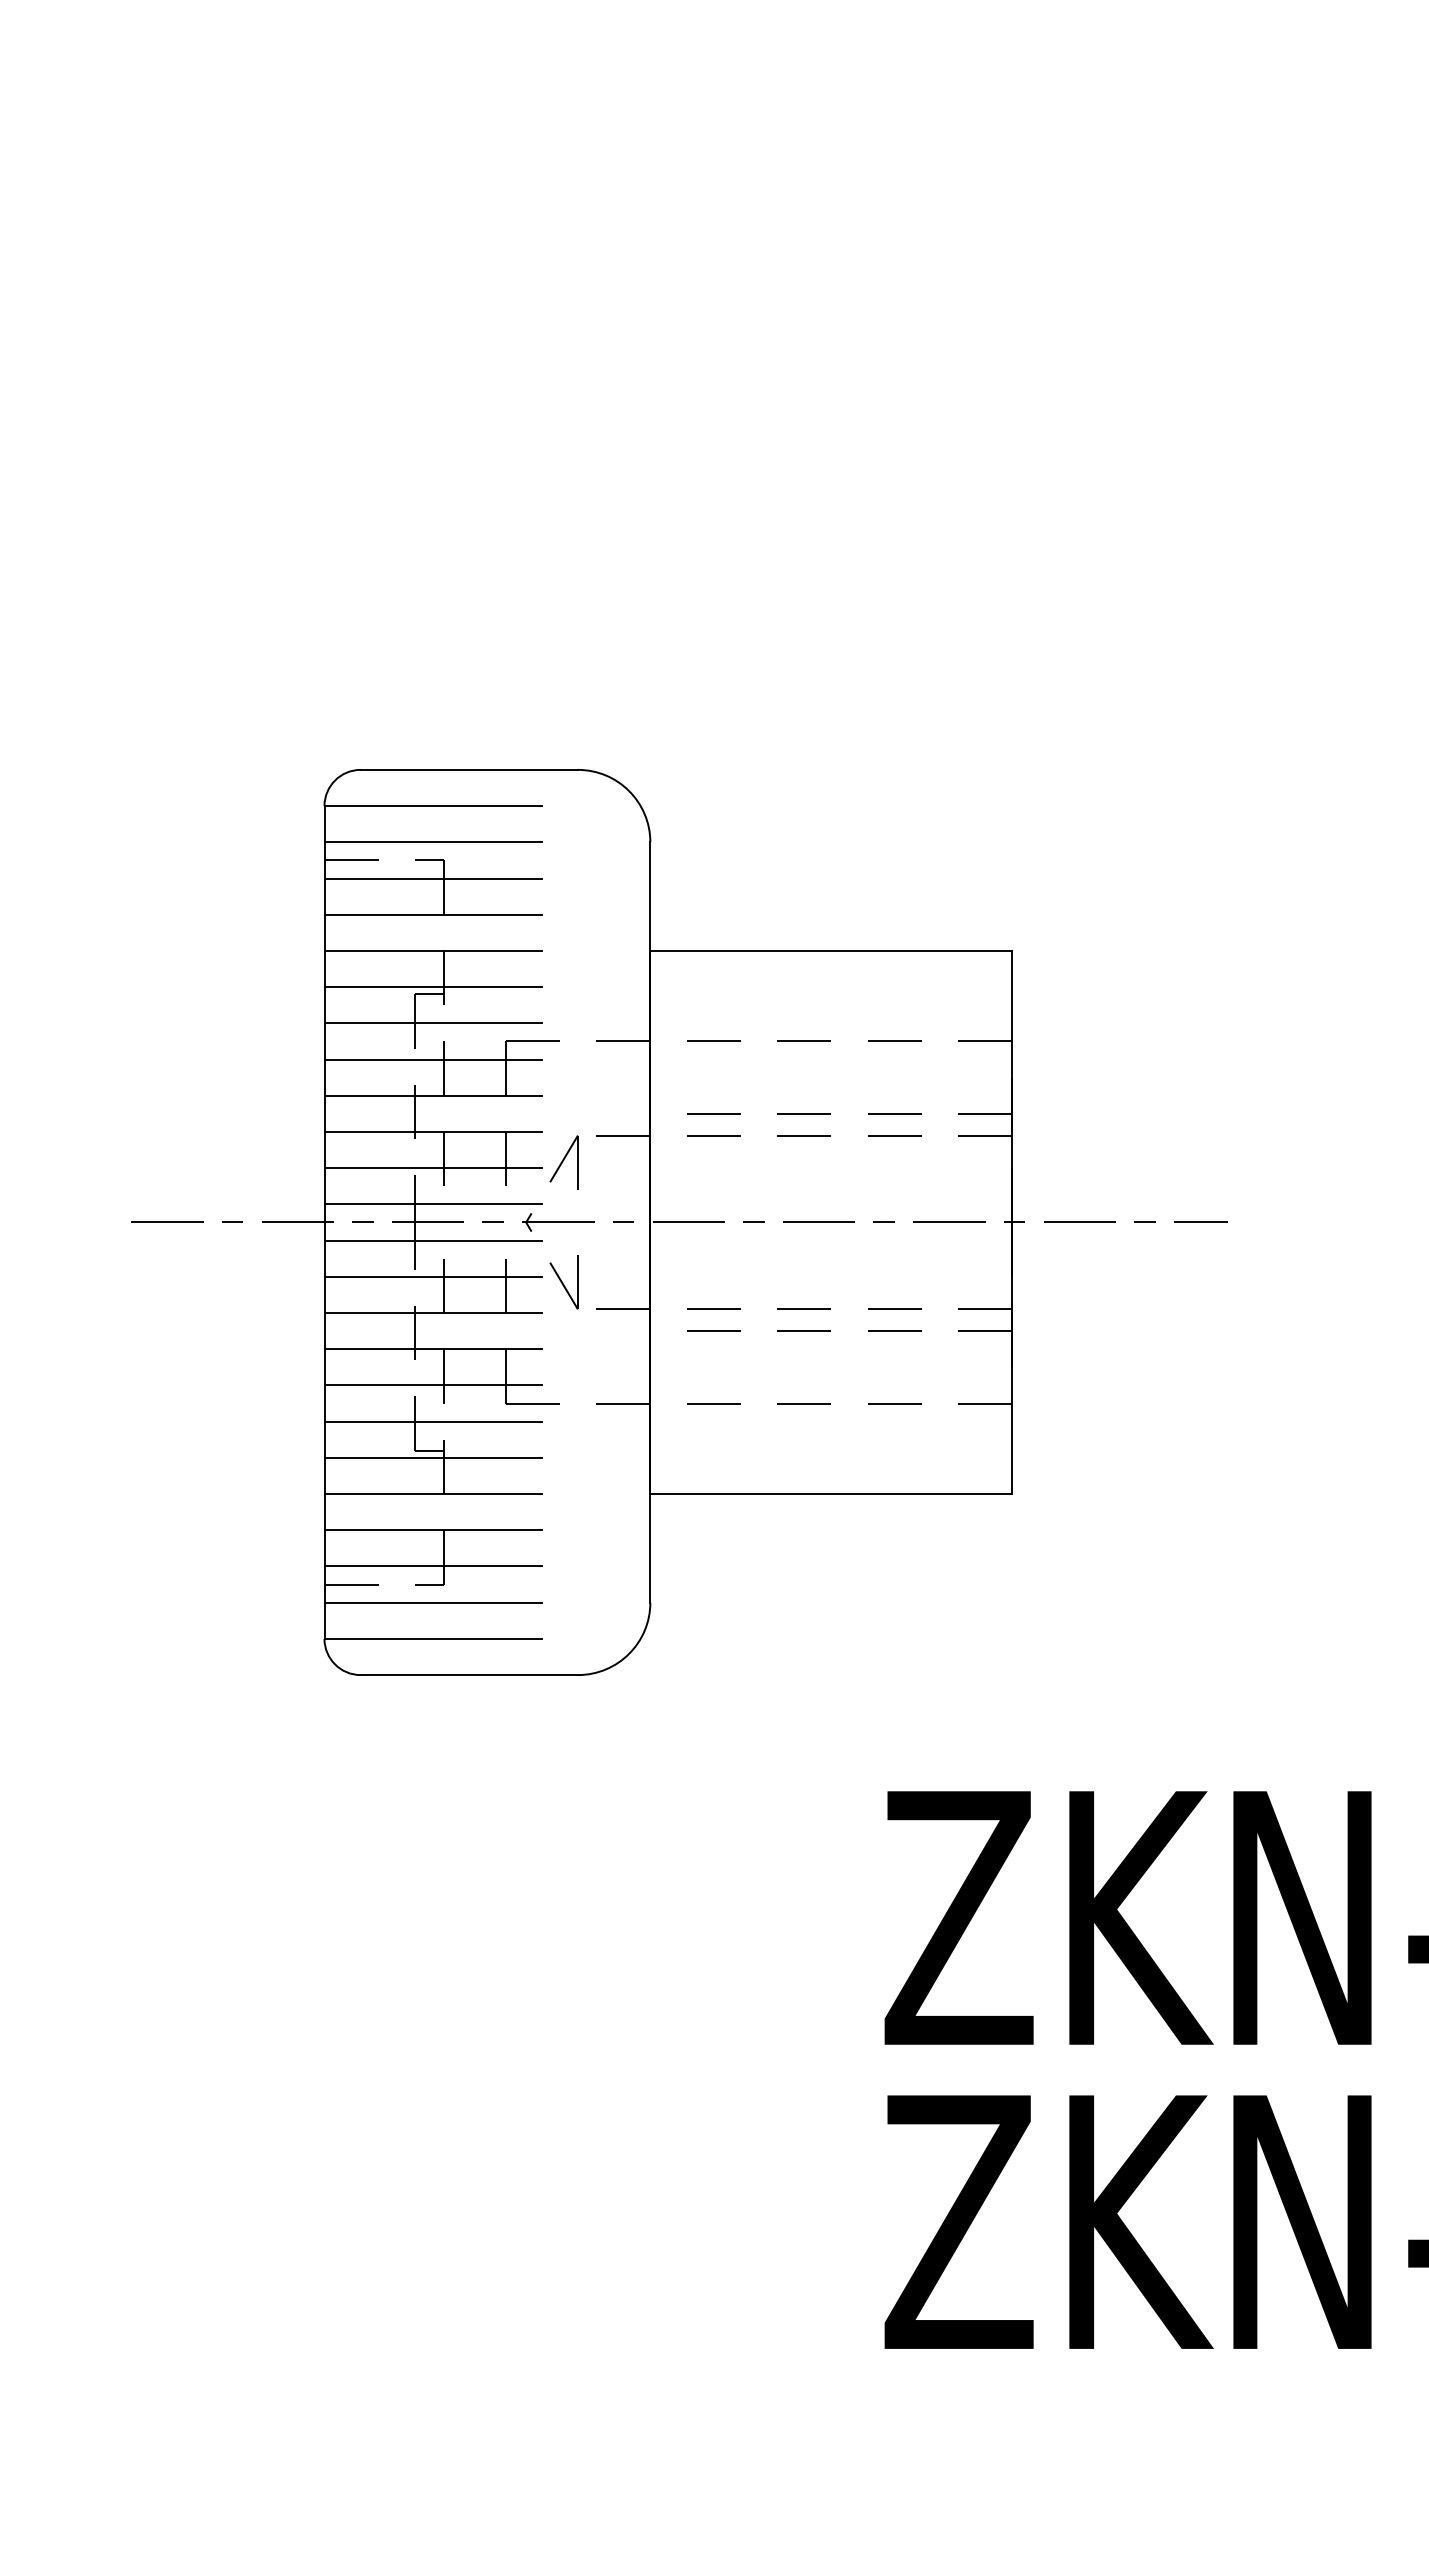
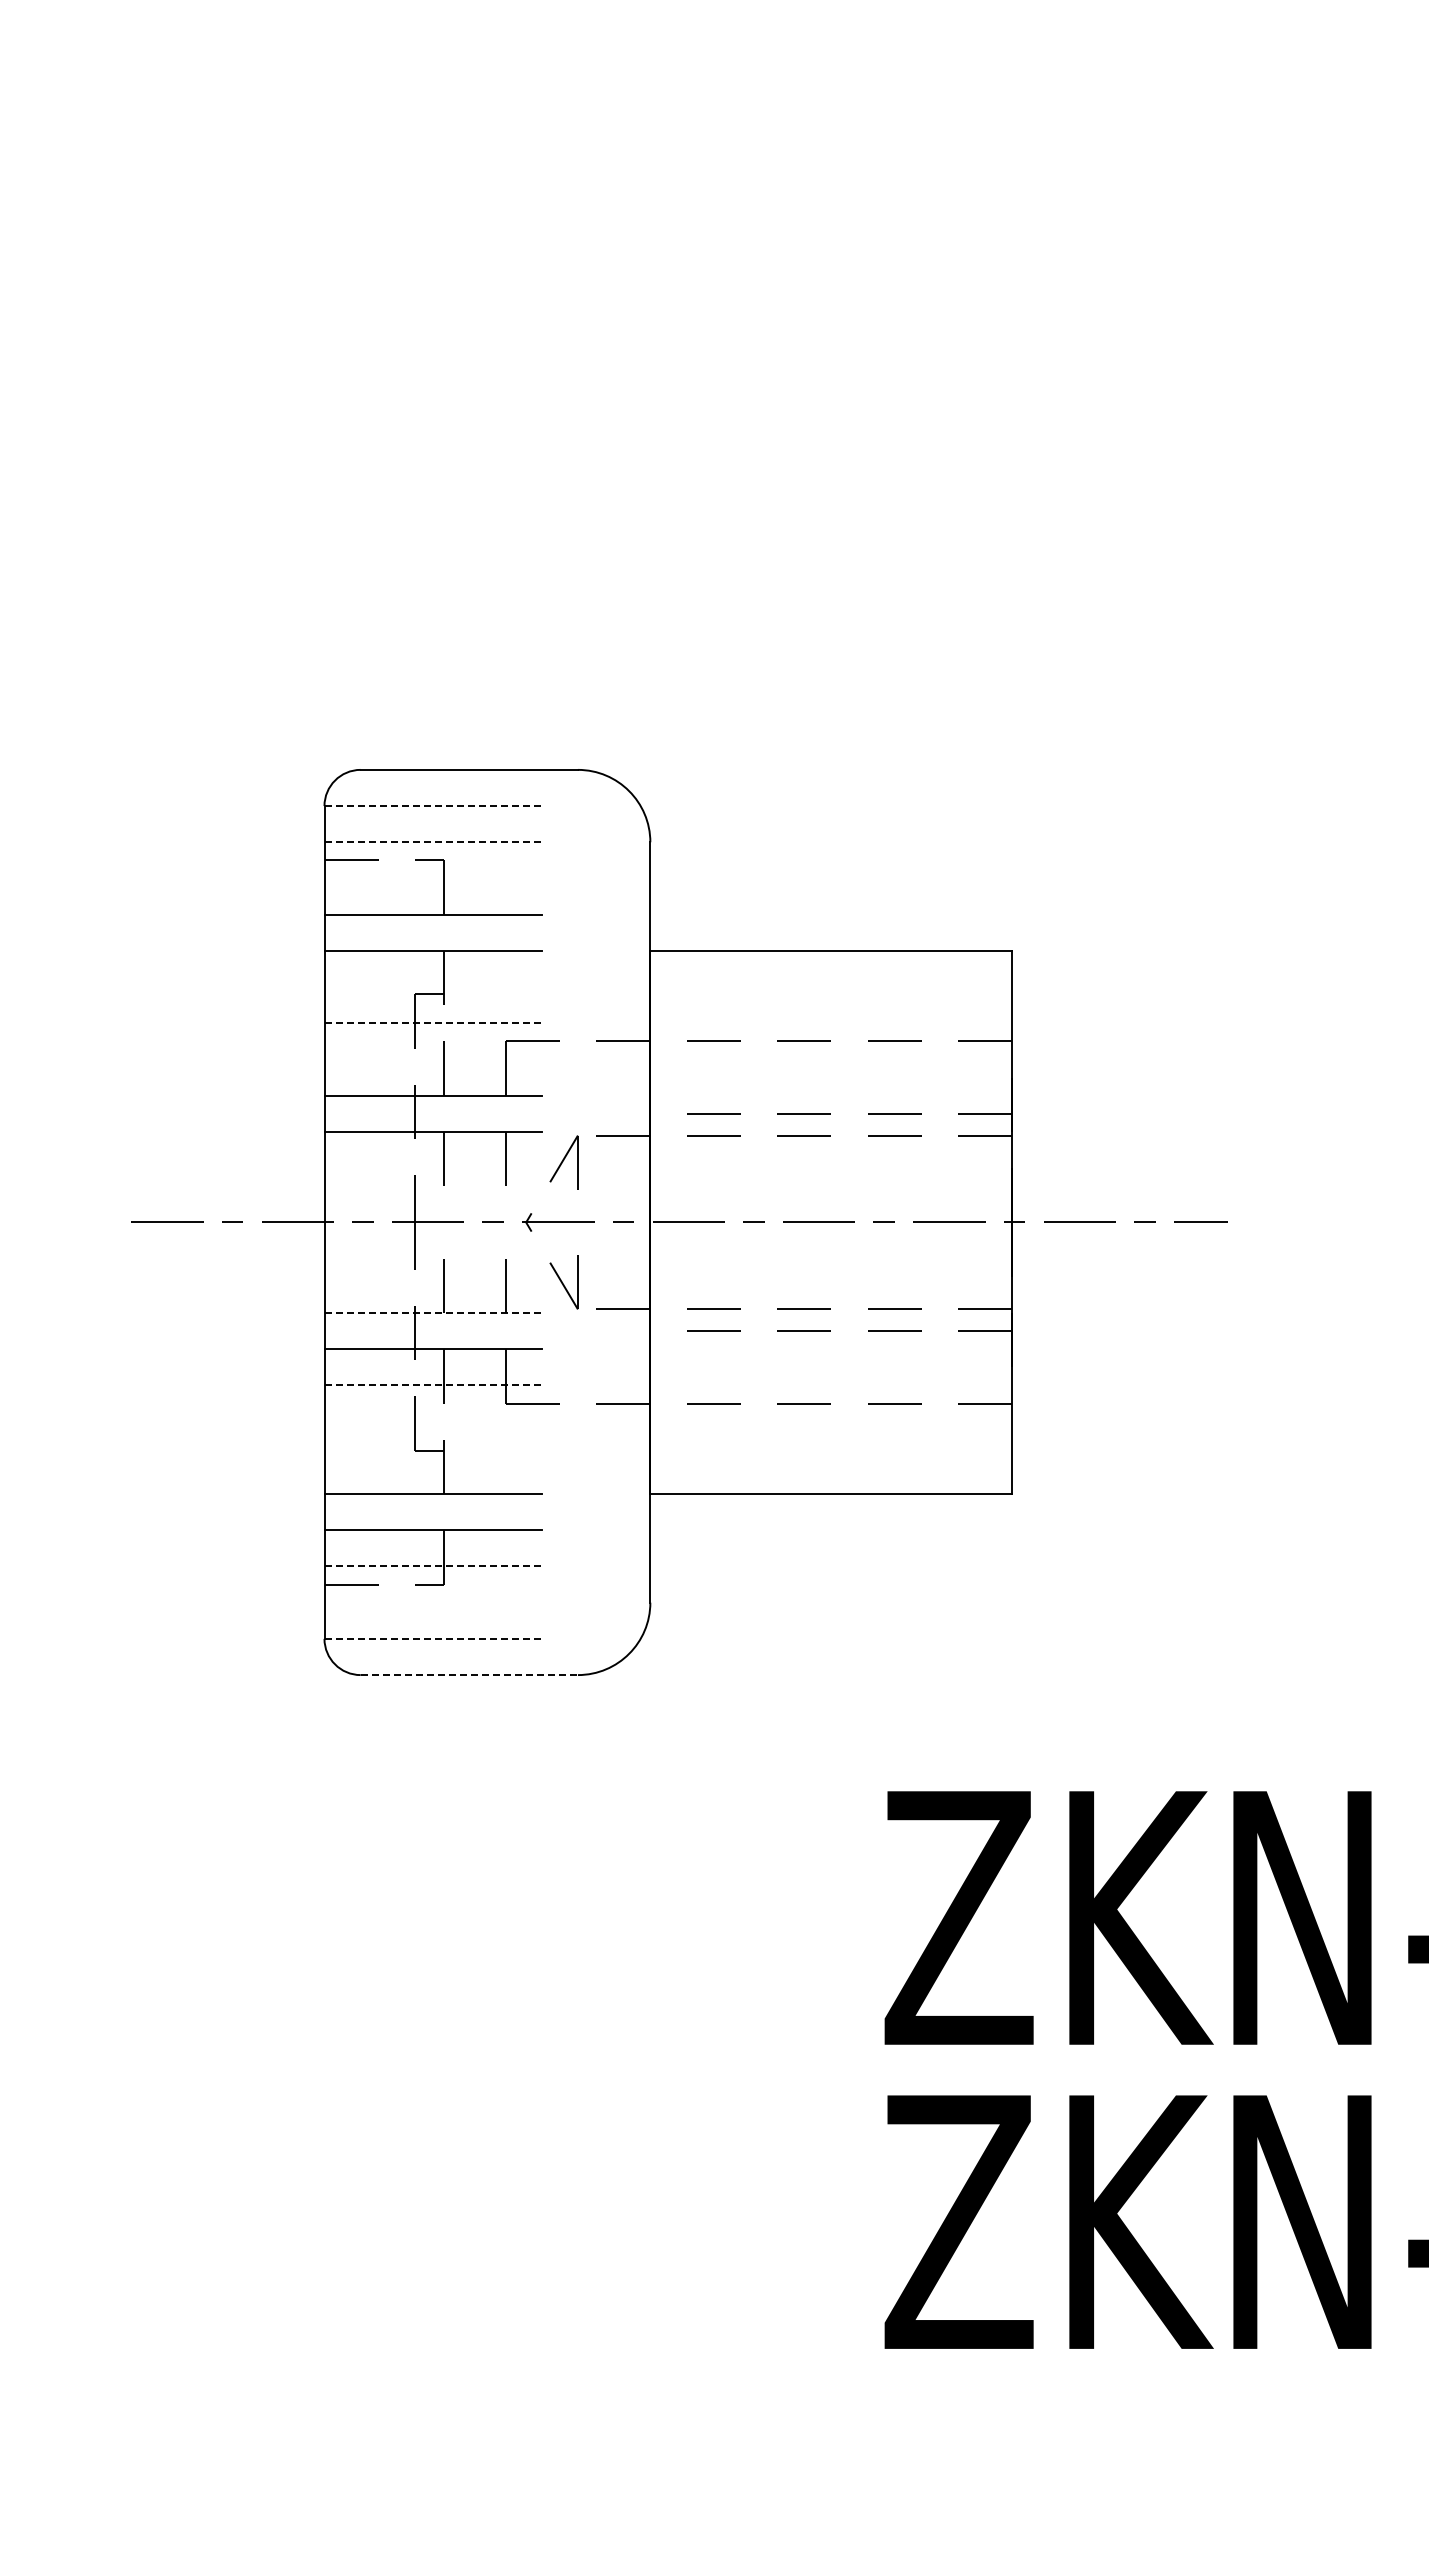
line at (433, 806): solid -> dashed
line at (433, 842): solid -> dashed
line at (432, 878): present -> none
line at (432, 987): present -> none
line at (433, 1023): solid -> dashed
line at (432, 1059): present -> none
line at (432, 1168): present -> none
line at (432, 1204): present -> none
line at (432, 1240): present -> none
line at (432, 1276): present -> none
line at (433, 1313): solid -> dashed
line at (433, 1385): solid -> dashed
line at (432, 1421): present -> none
line at (432, 1457): present -> none
line at (433, 1566): solid -> dashed
line at (432, 1602): present -> none
line at (433, 1638): solid -> dashed
line at (469, 1675): solid -> dashed
